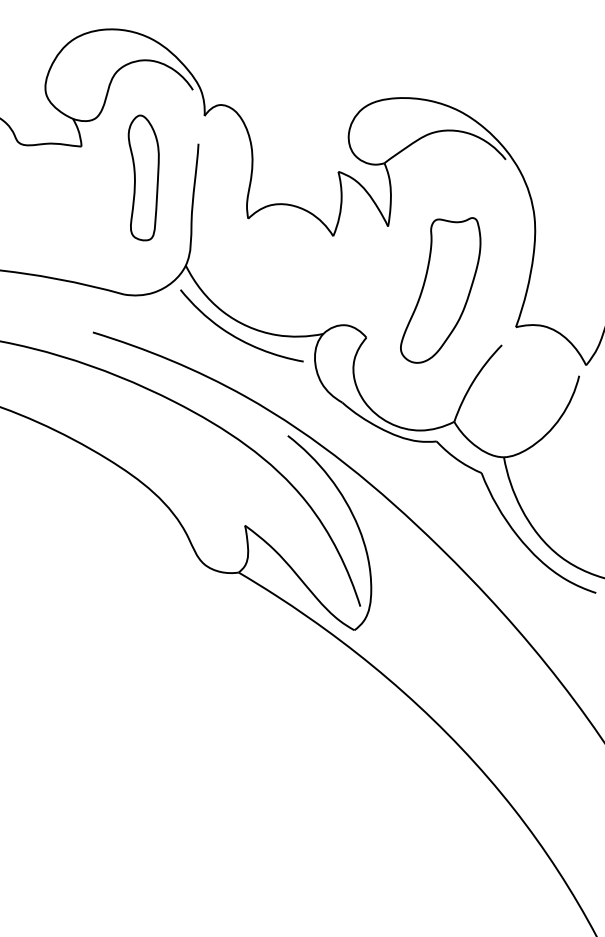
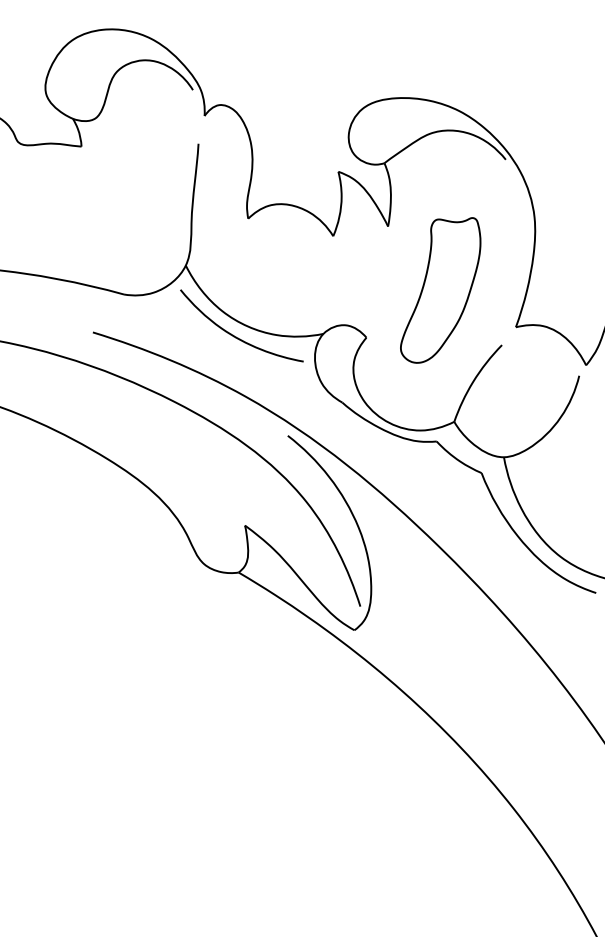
part at (143, 177): present -> none
